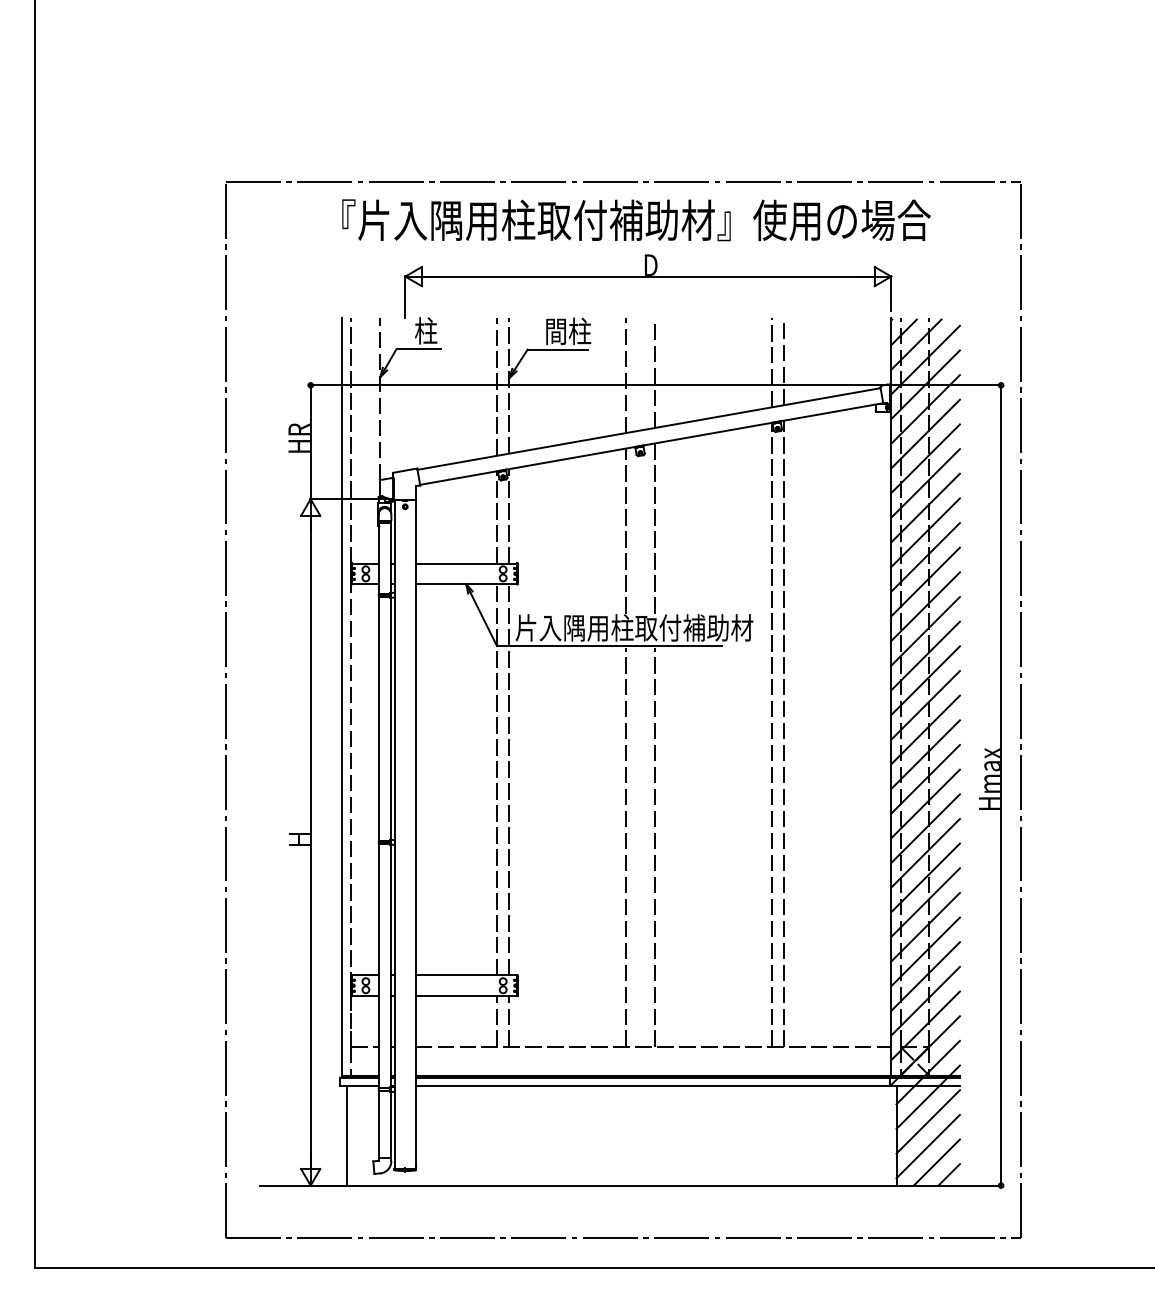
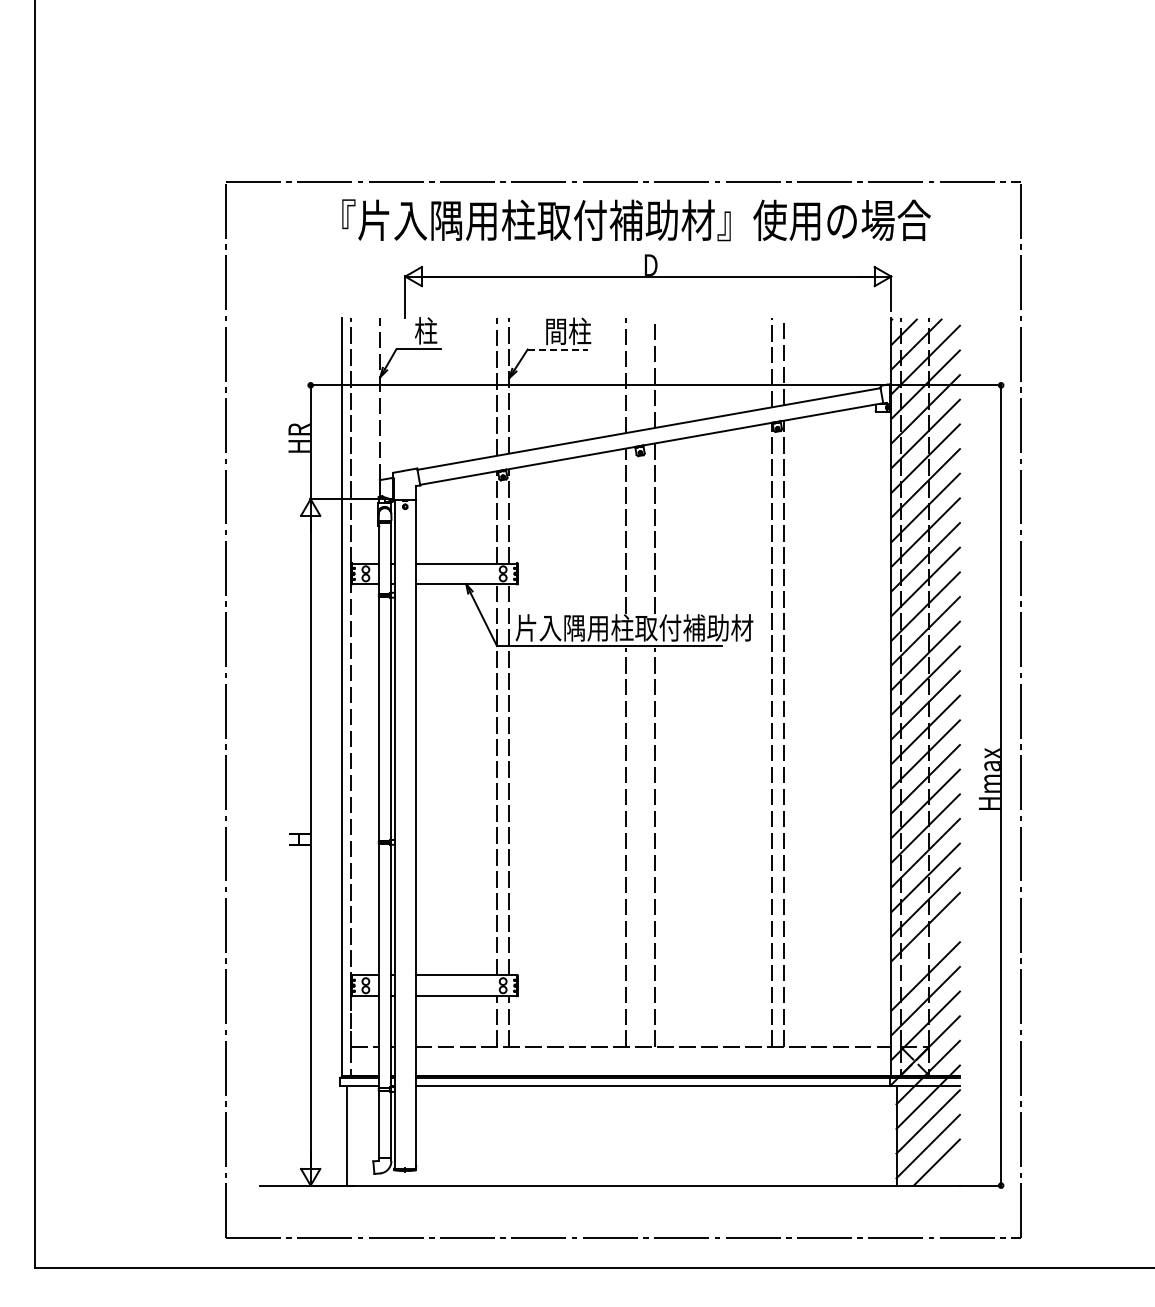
line at (557, 349): solid -> dashed
line at (925, 951): present -> none
line at (948, 1174): present -> none
